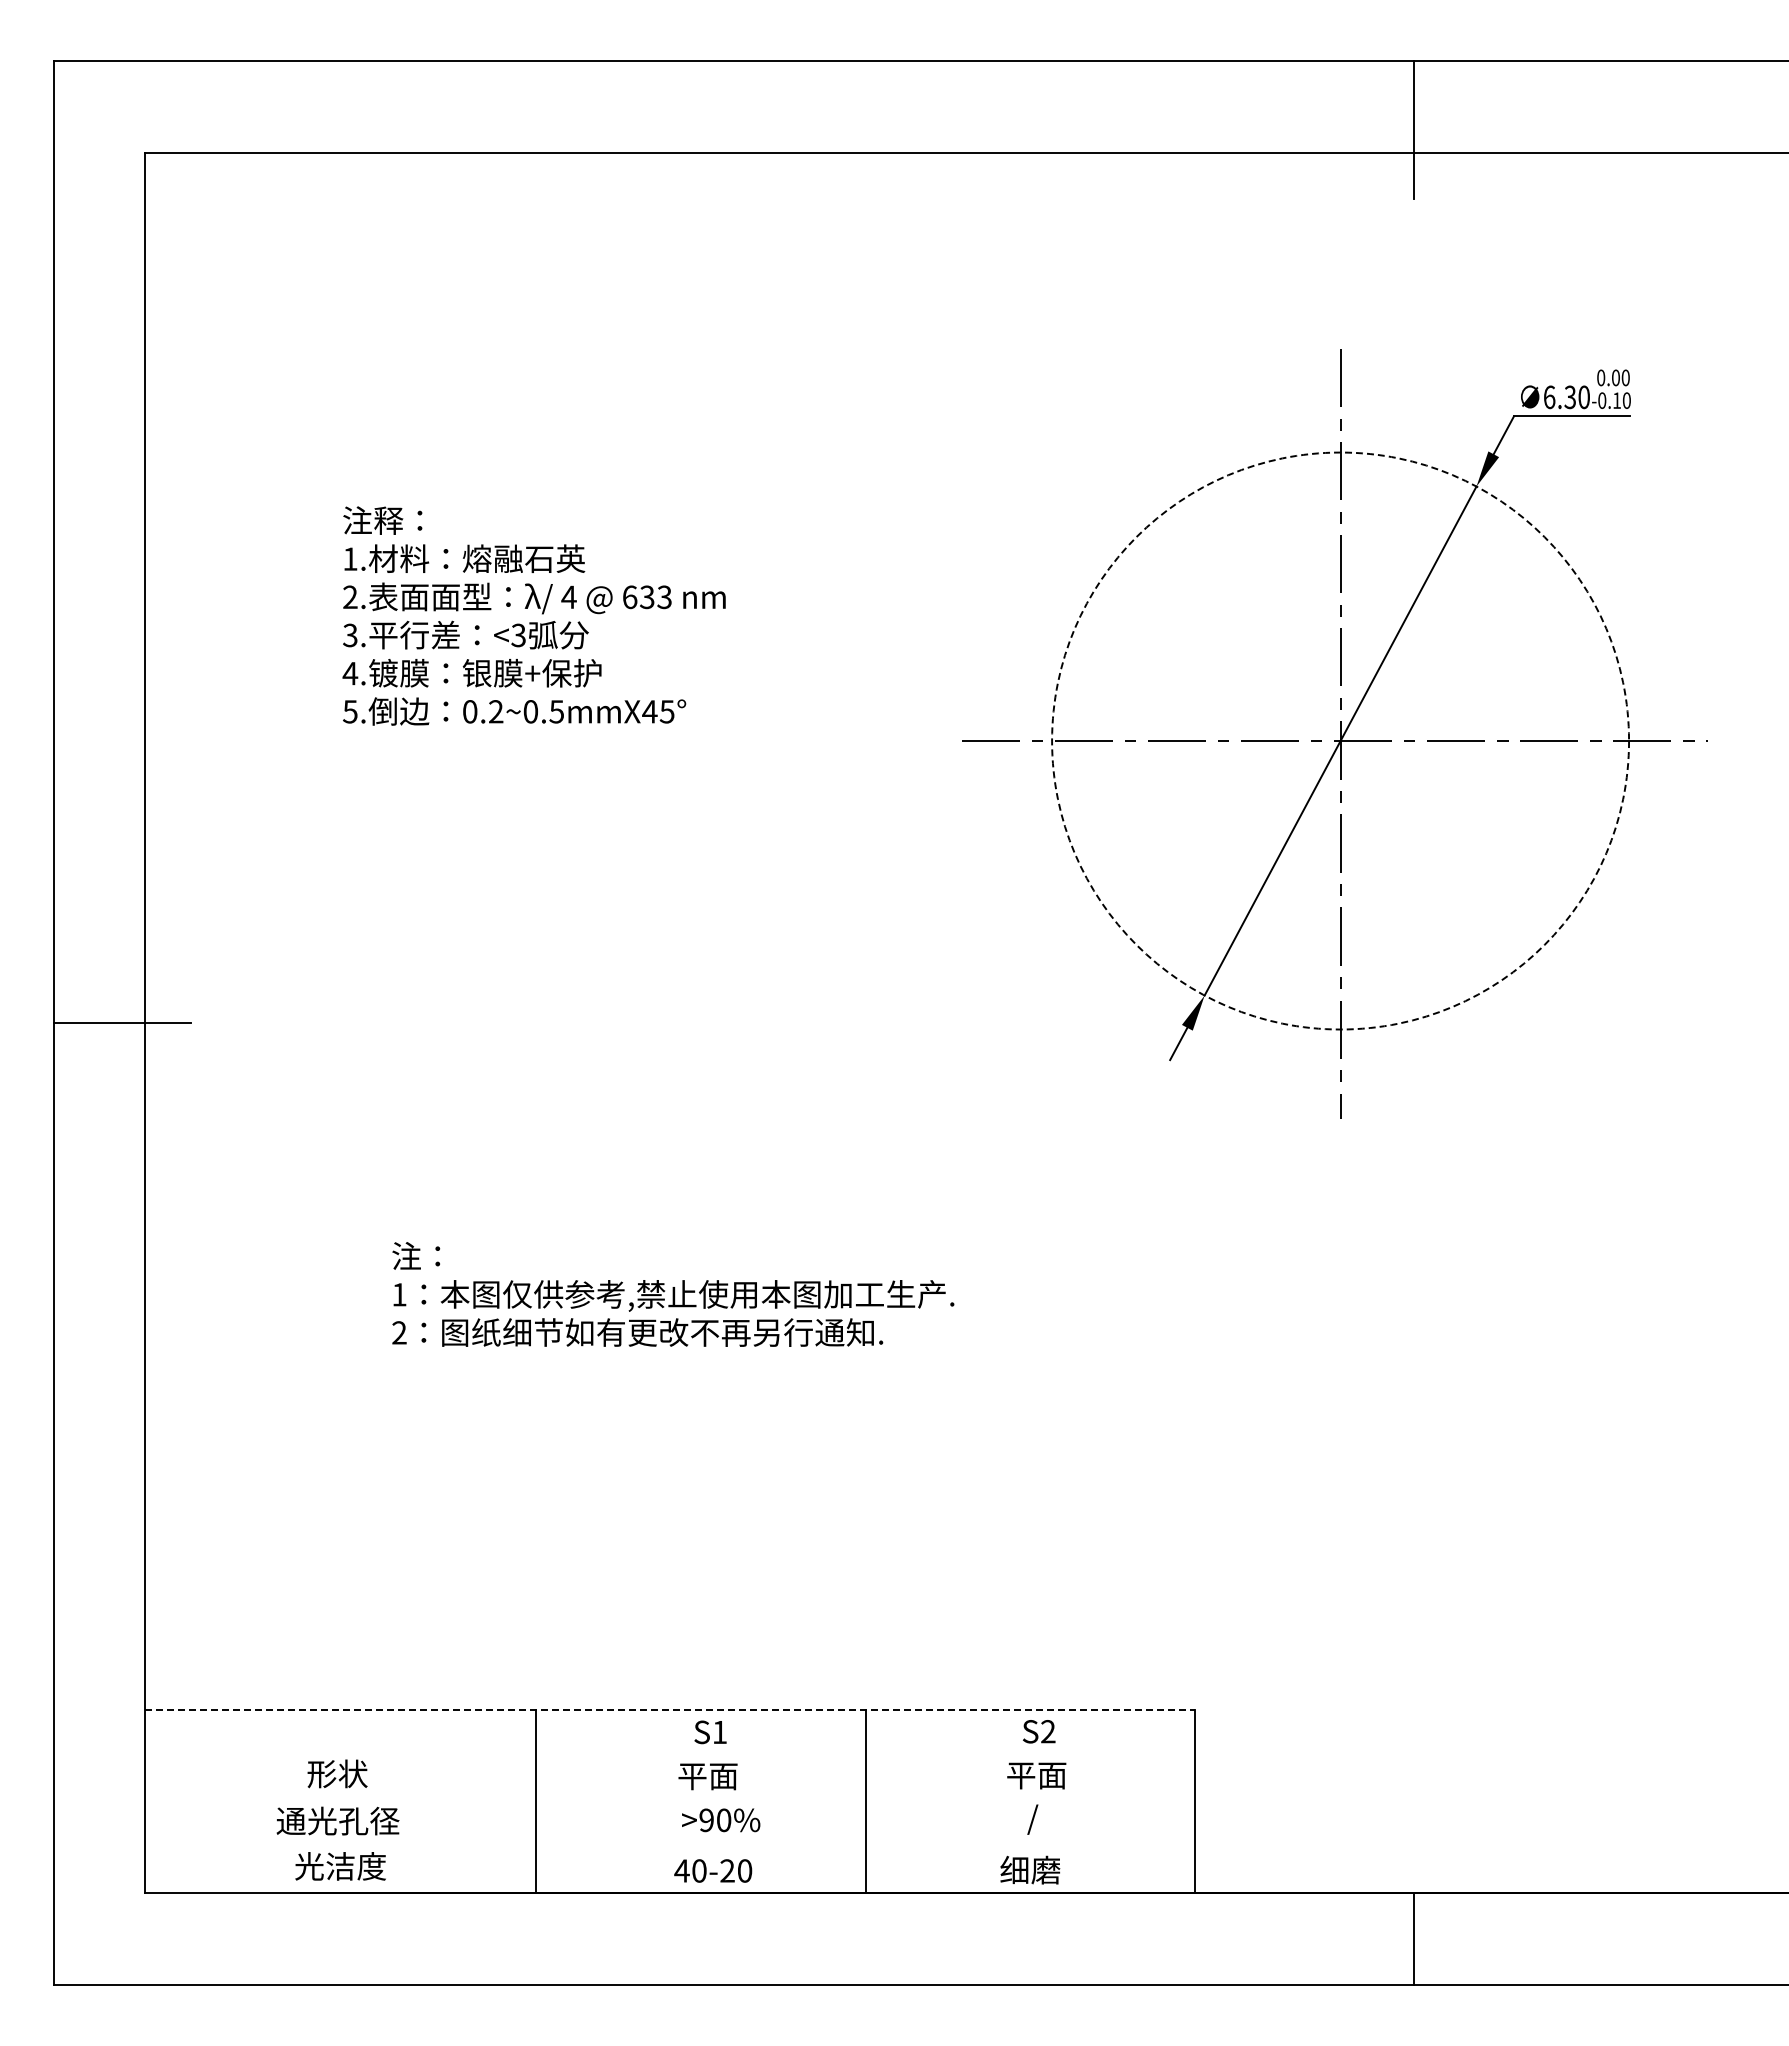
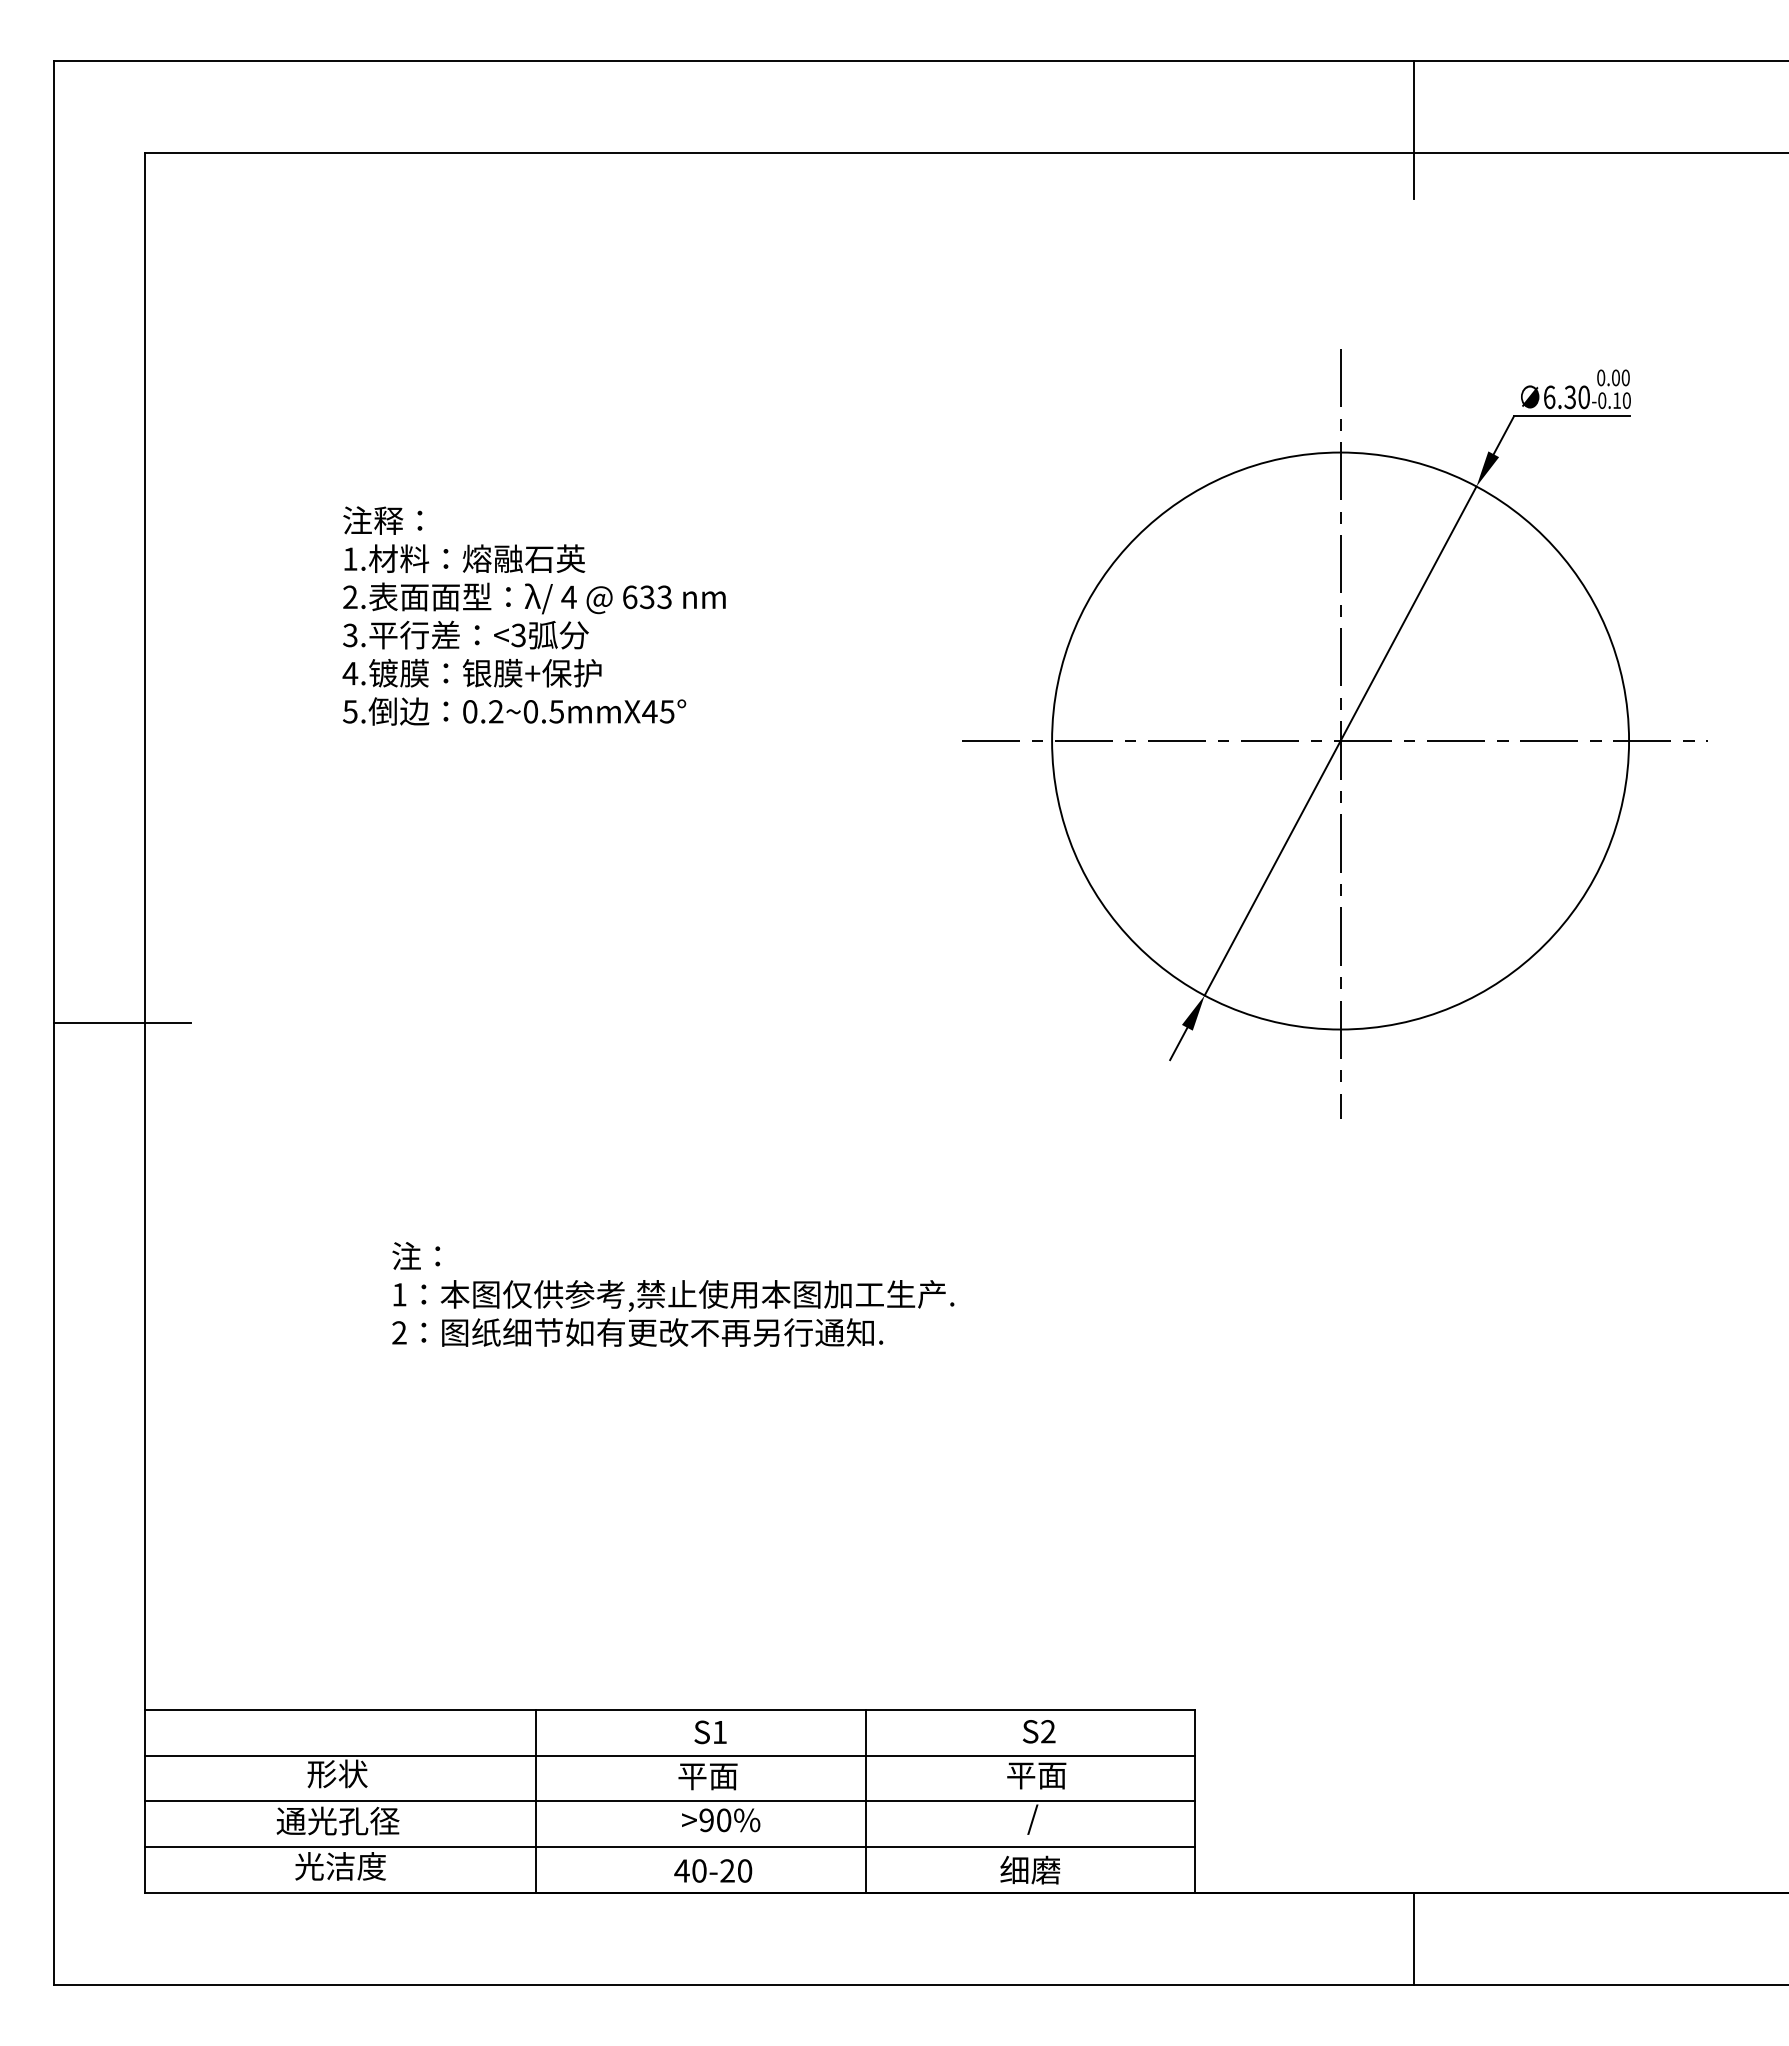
circle at (1340, 740): dashed -> solid
line at (670, 1709): dashed -> solid
line at (670, 1755): none -> present
line at (670, 1801): none -> present
line at (670, 1847): none -> present
